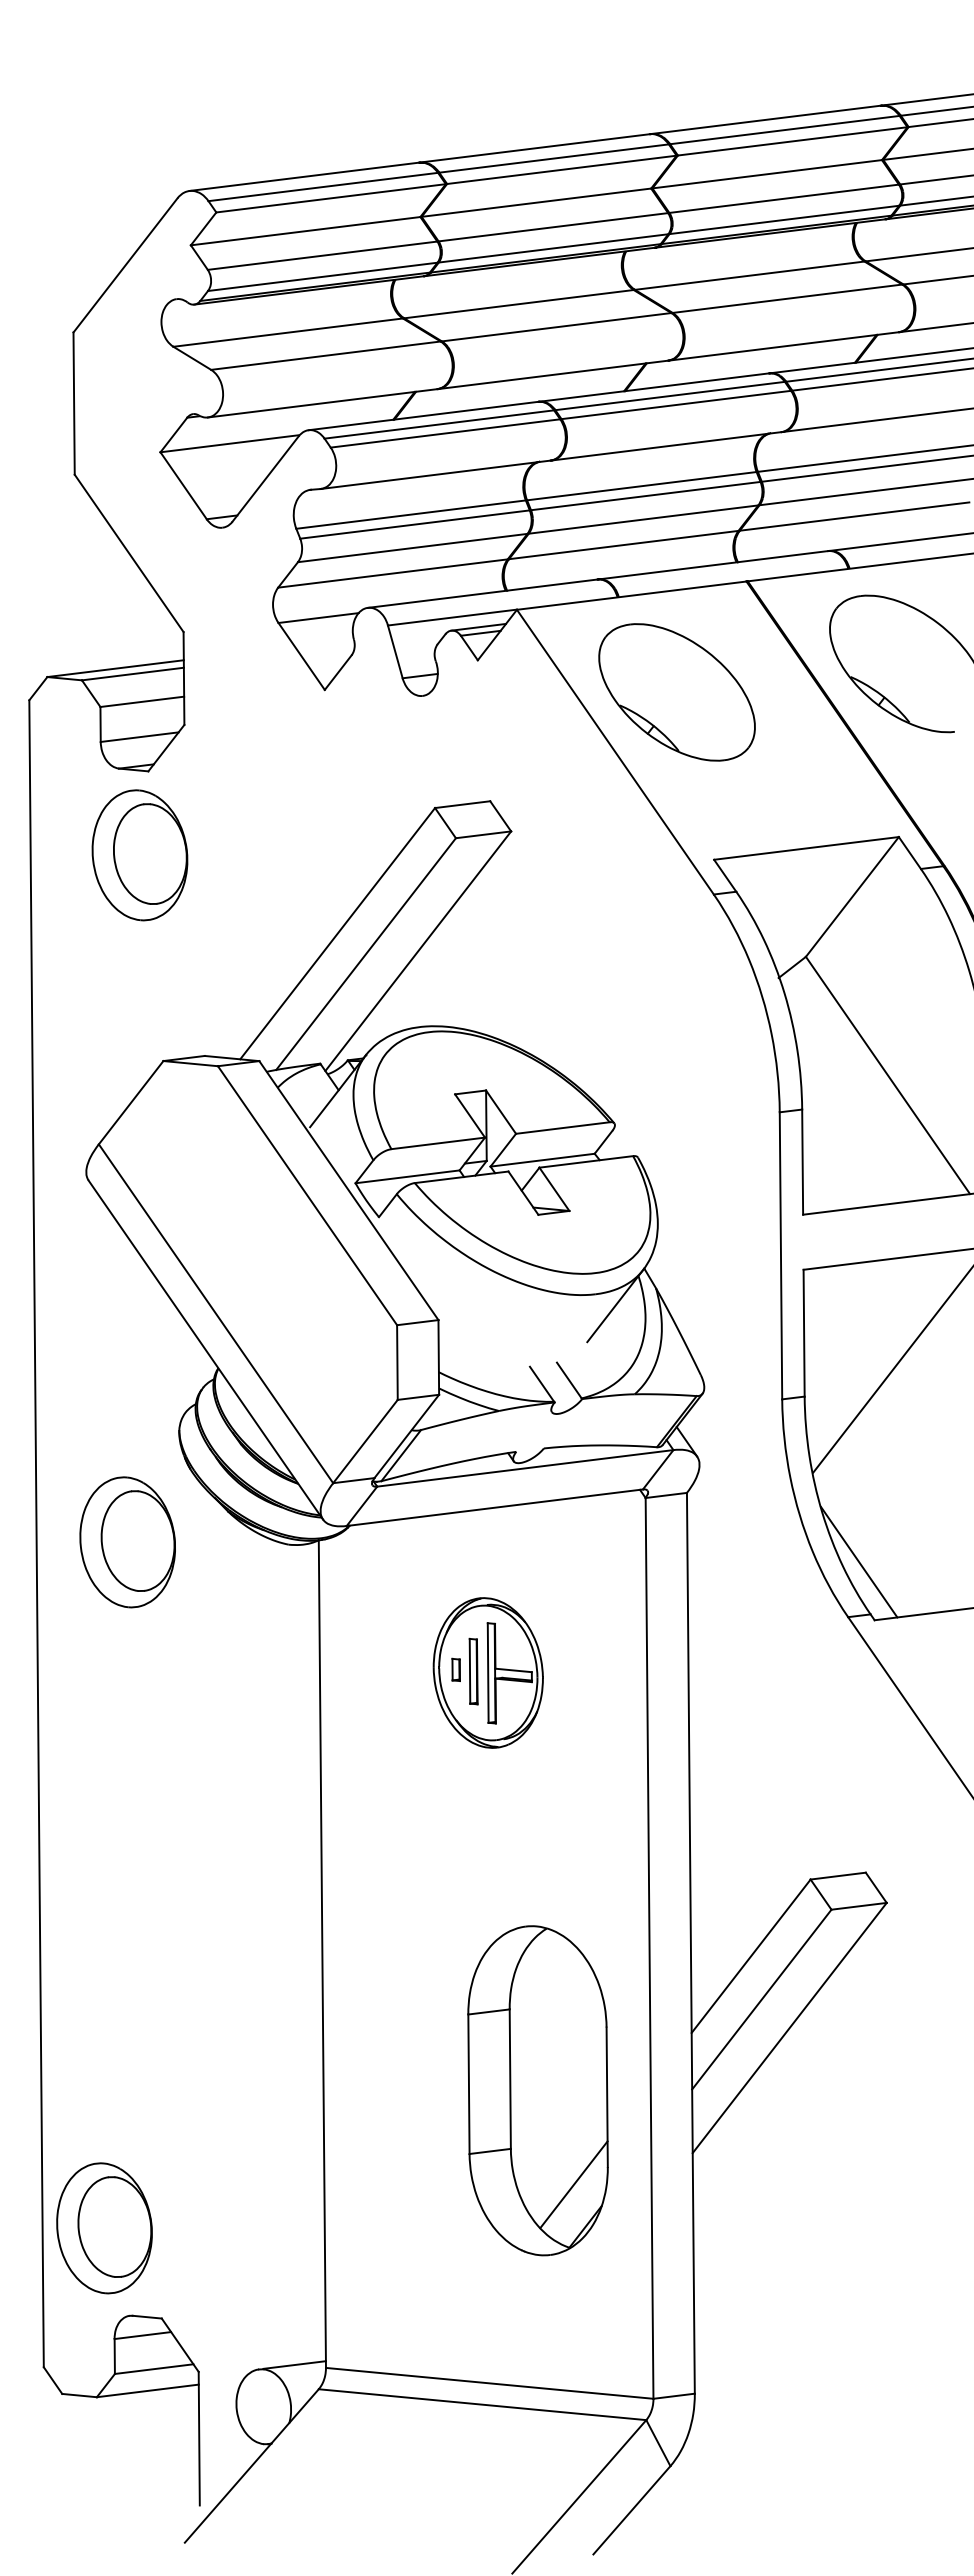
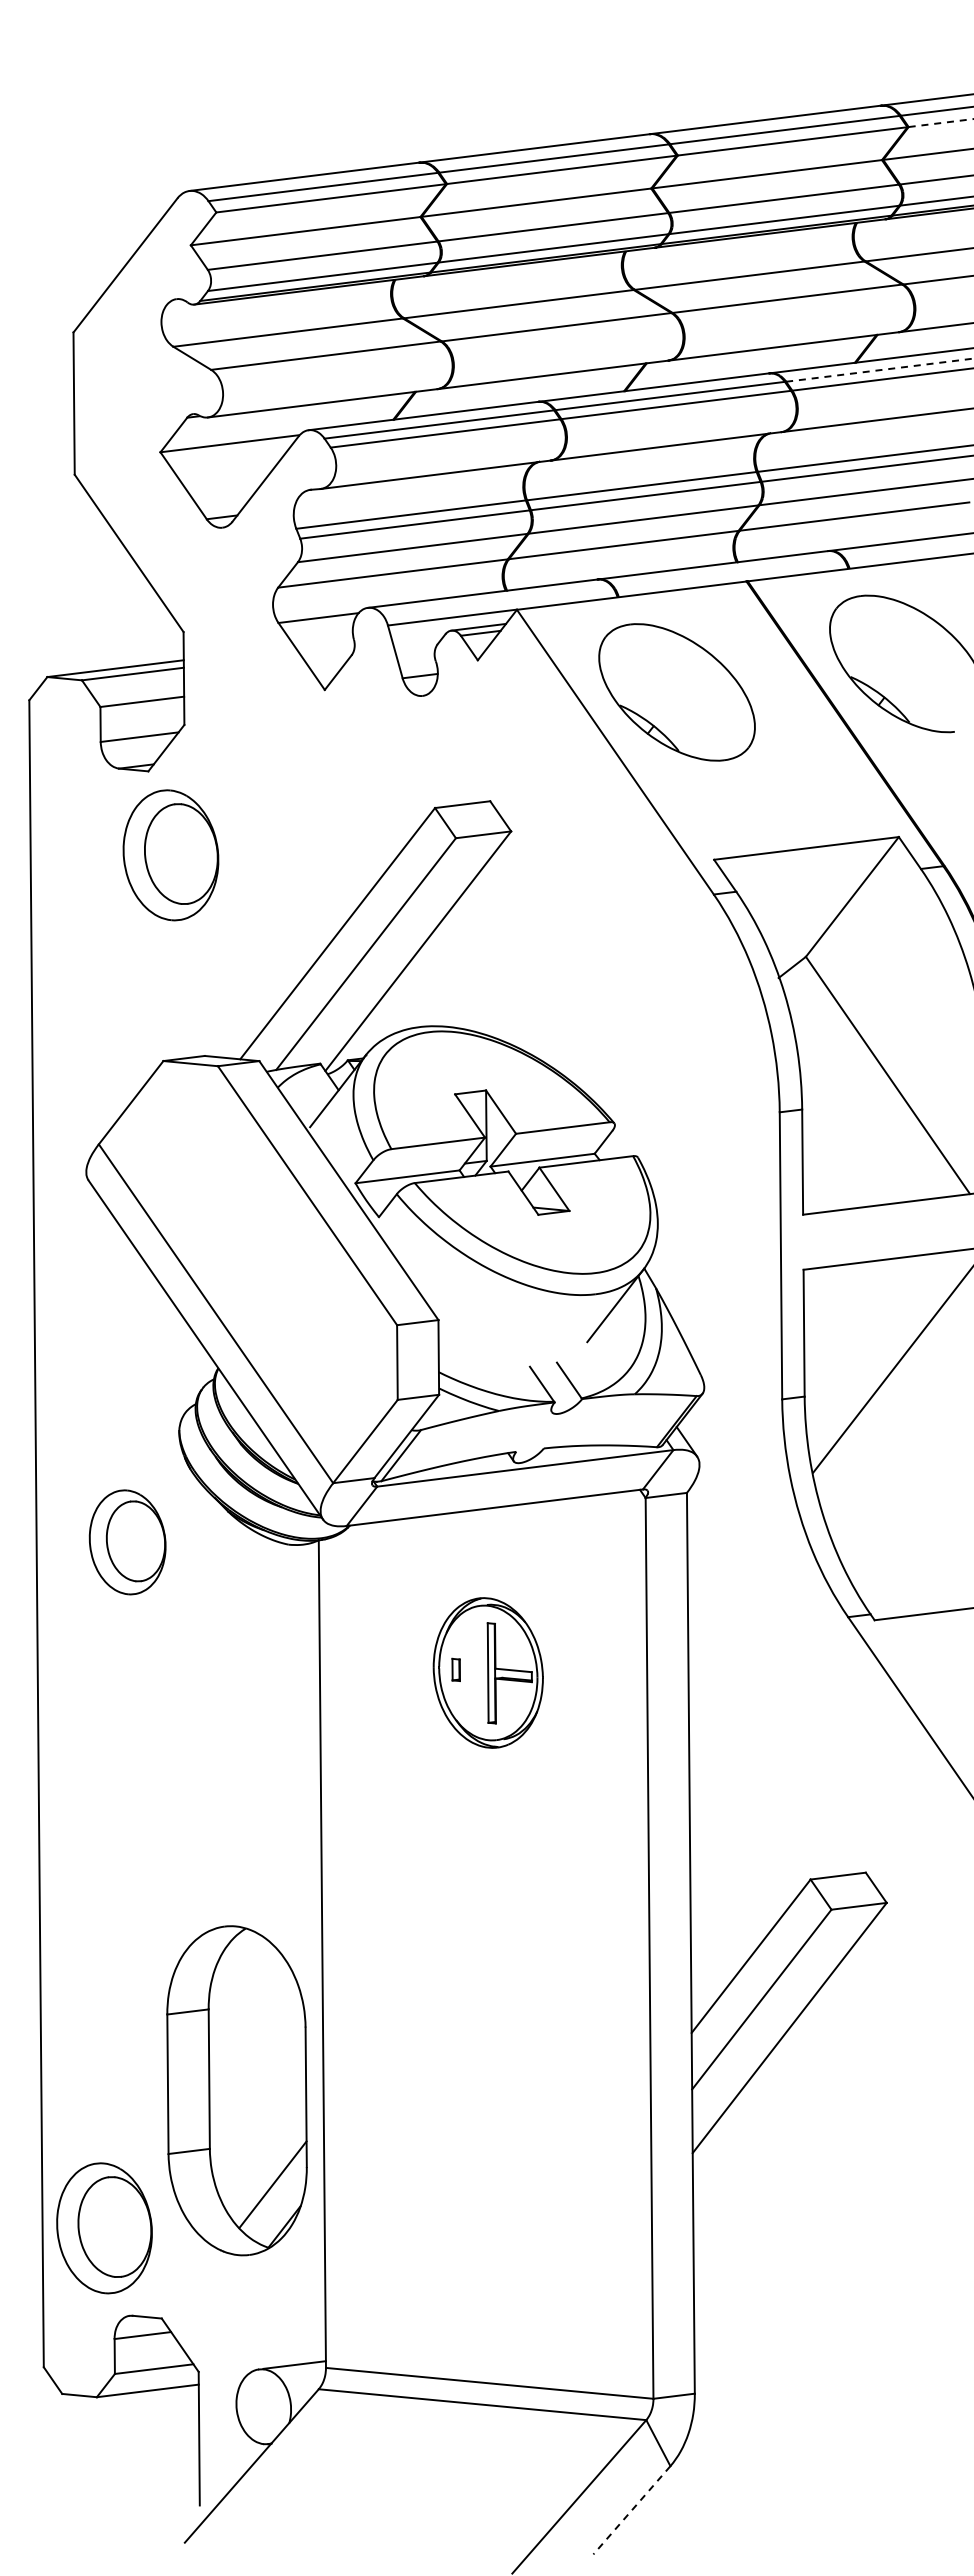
line at (941, 123): solid -> dashed
line at (880, 370): solid -> dashed
part at (139, 855) position: (139, 855) -> (170, 855)
part at (127, 1542) size: 97x133 px -> 79x107 px
line at (859, 1562): present -> none
part at (473, 1671): present -> none
part at (537, 2090) position: (537, 2090) -> (236, 2090)
line at (631, 2510): solid -> dashed
